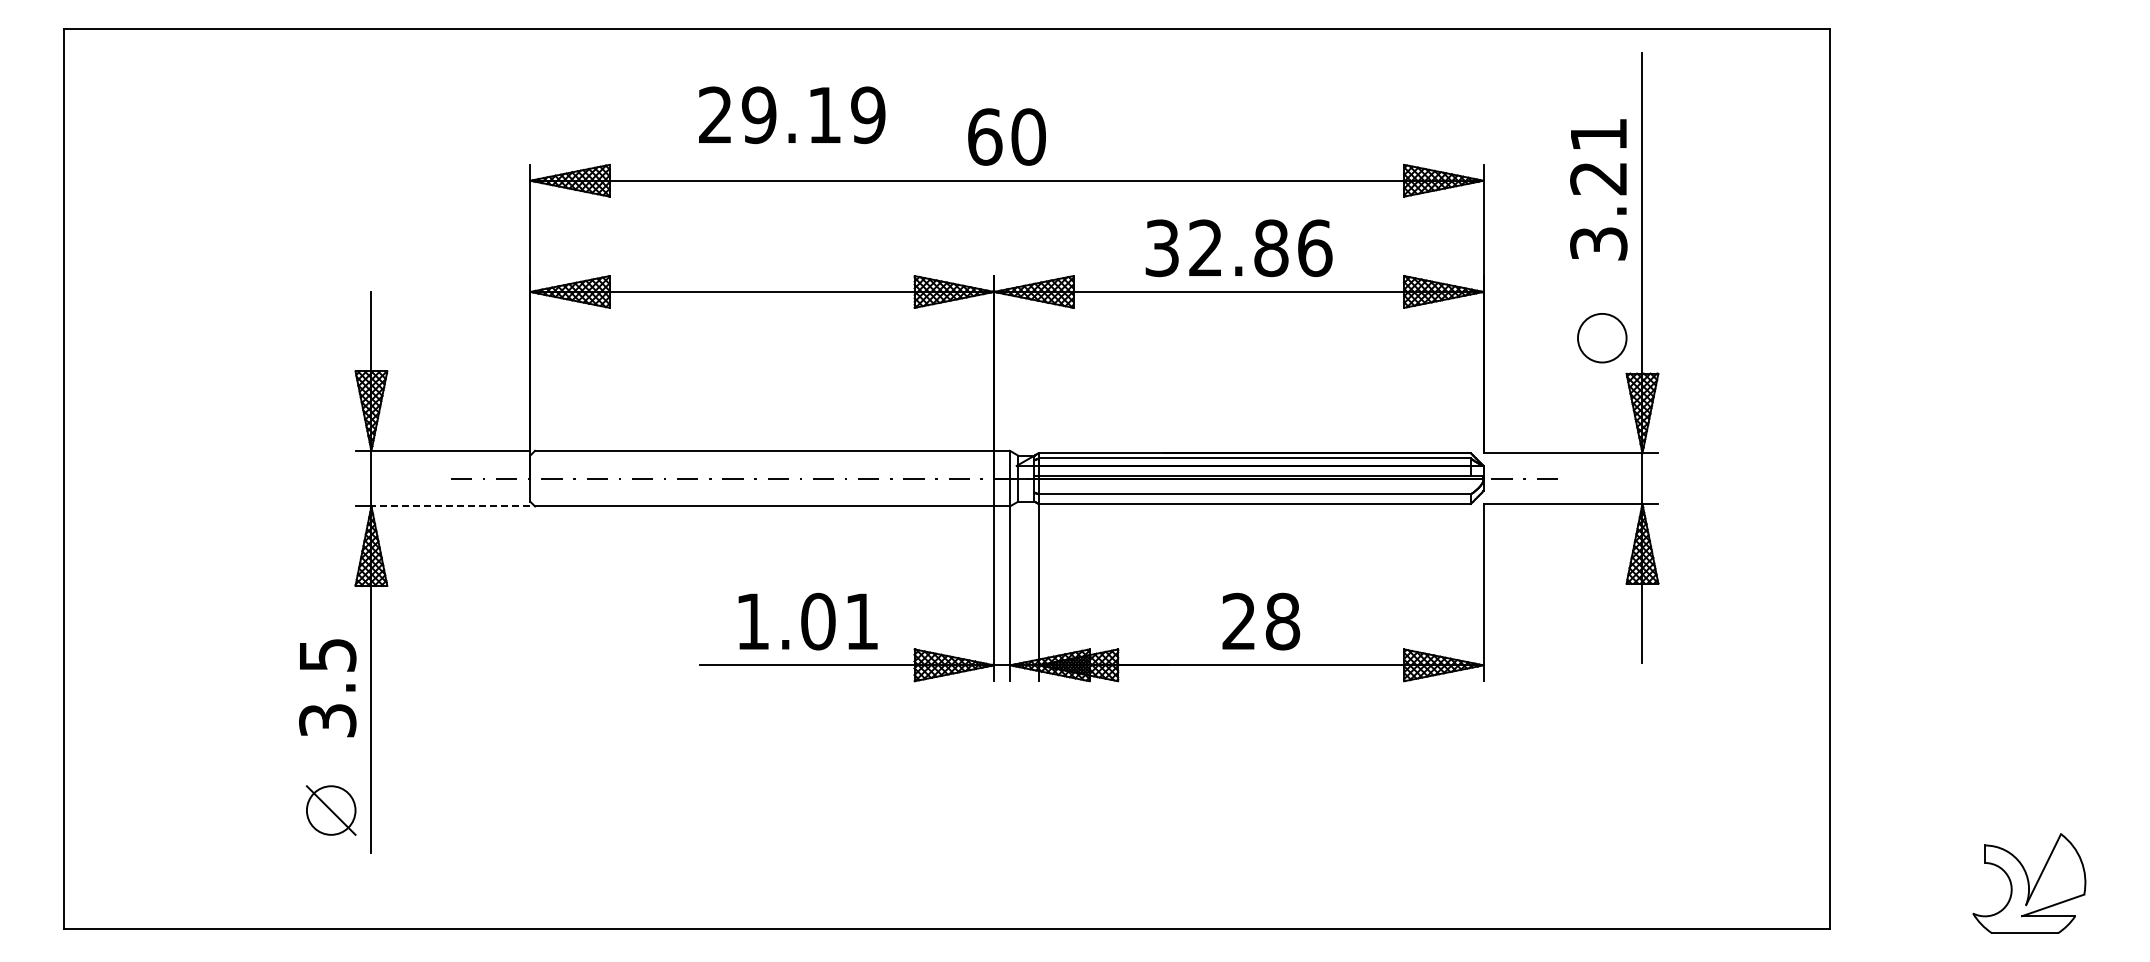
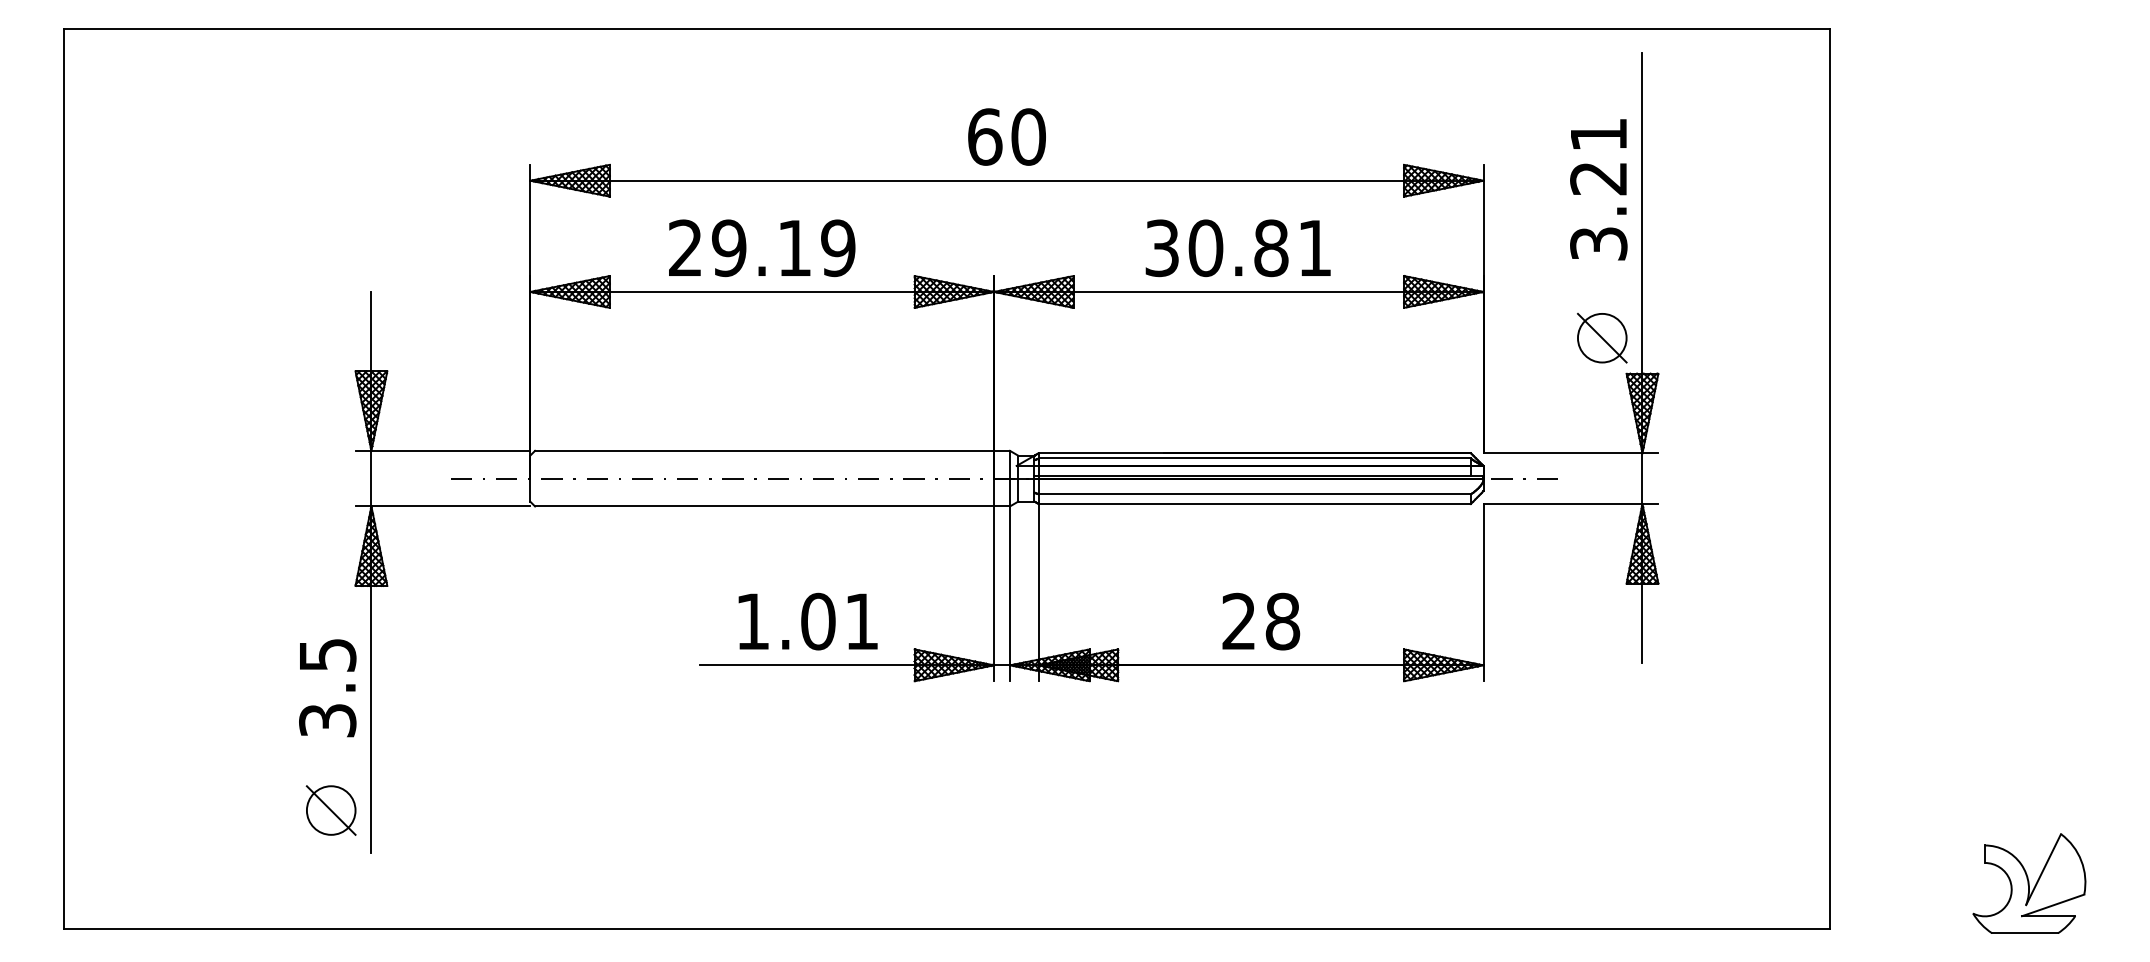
text at (792, 115) position: (792, 115) -> (762, 248)
text at (1260, 248): 32.86 -> 30.81
line at (1601, 337): none -> present
line at (450, 506): dashed -> solid
